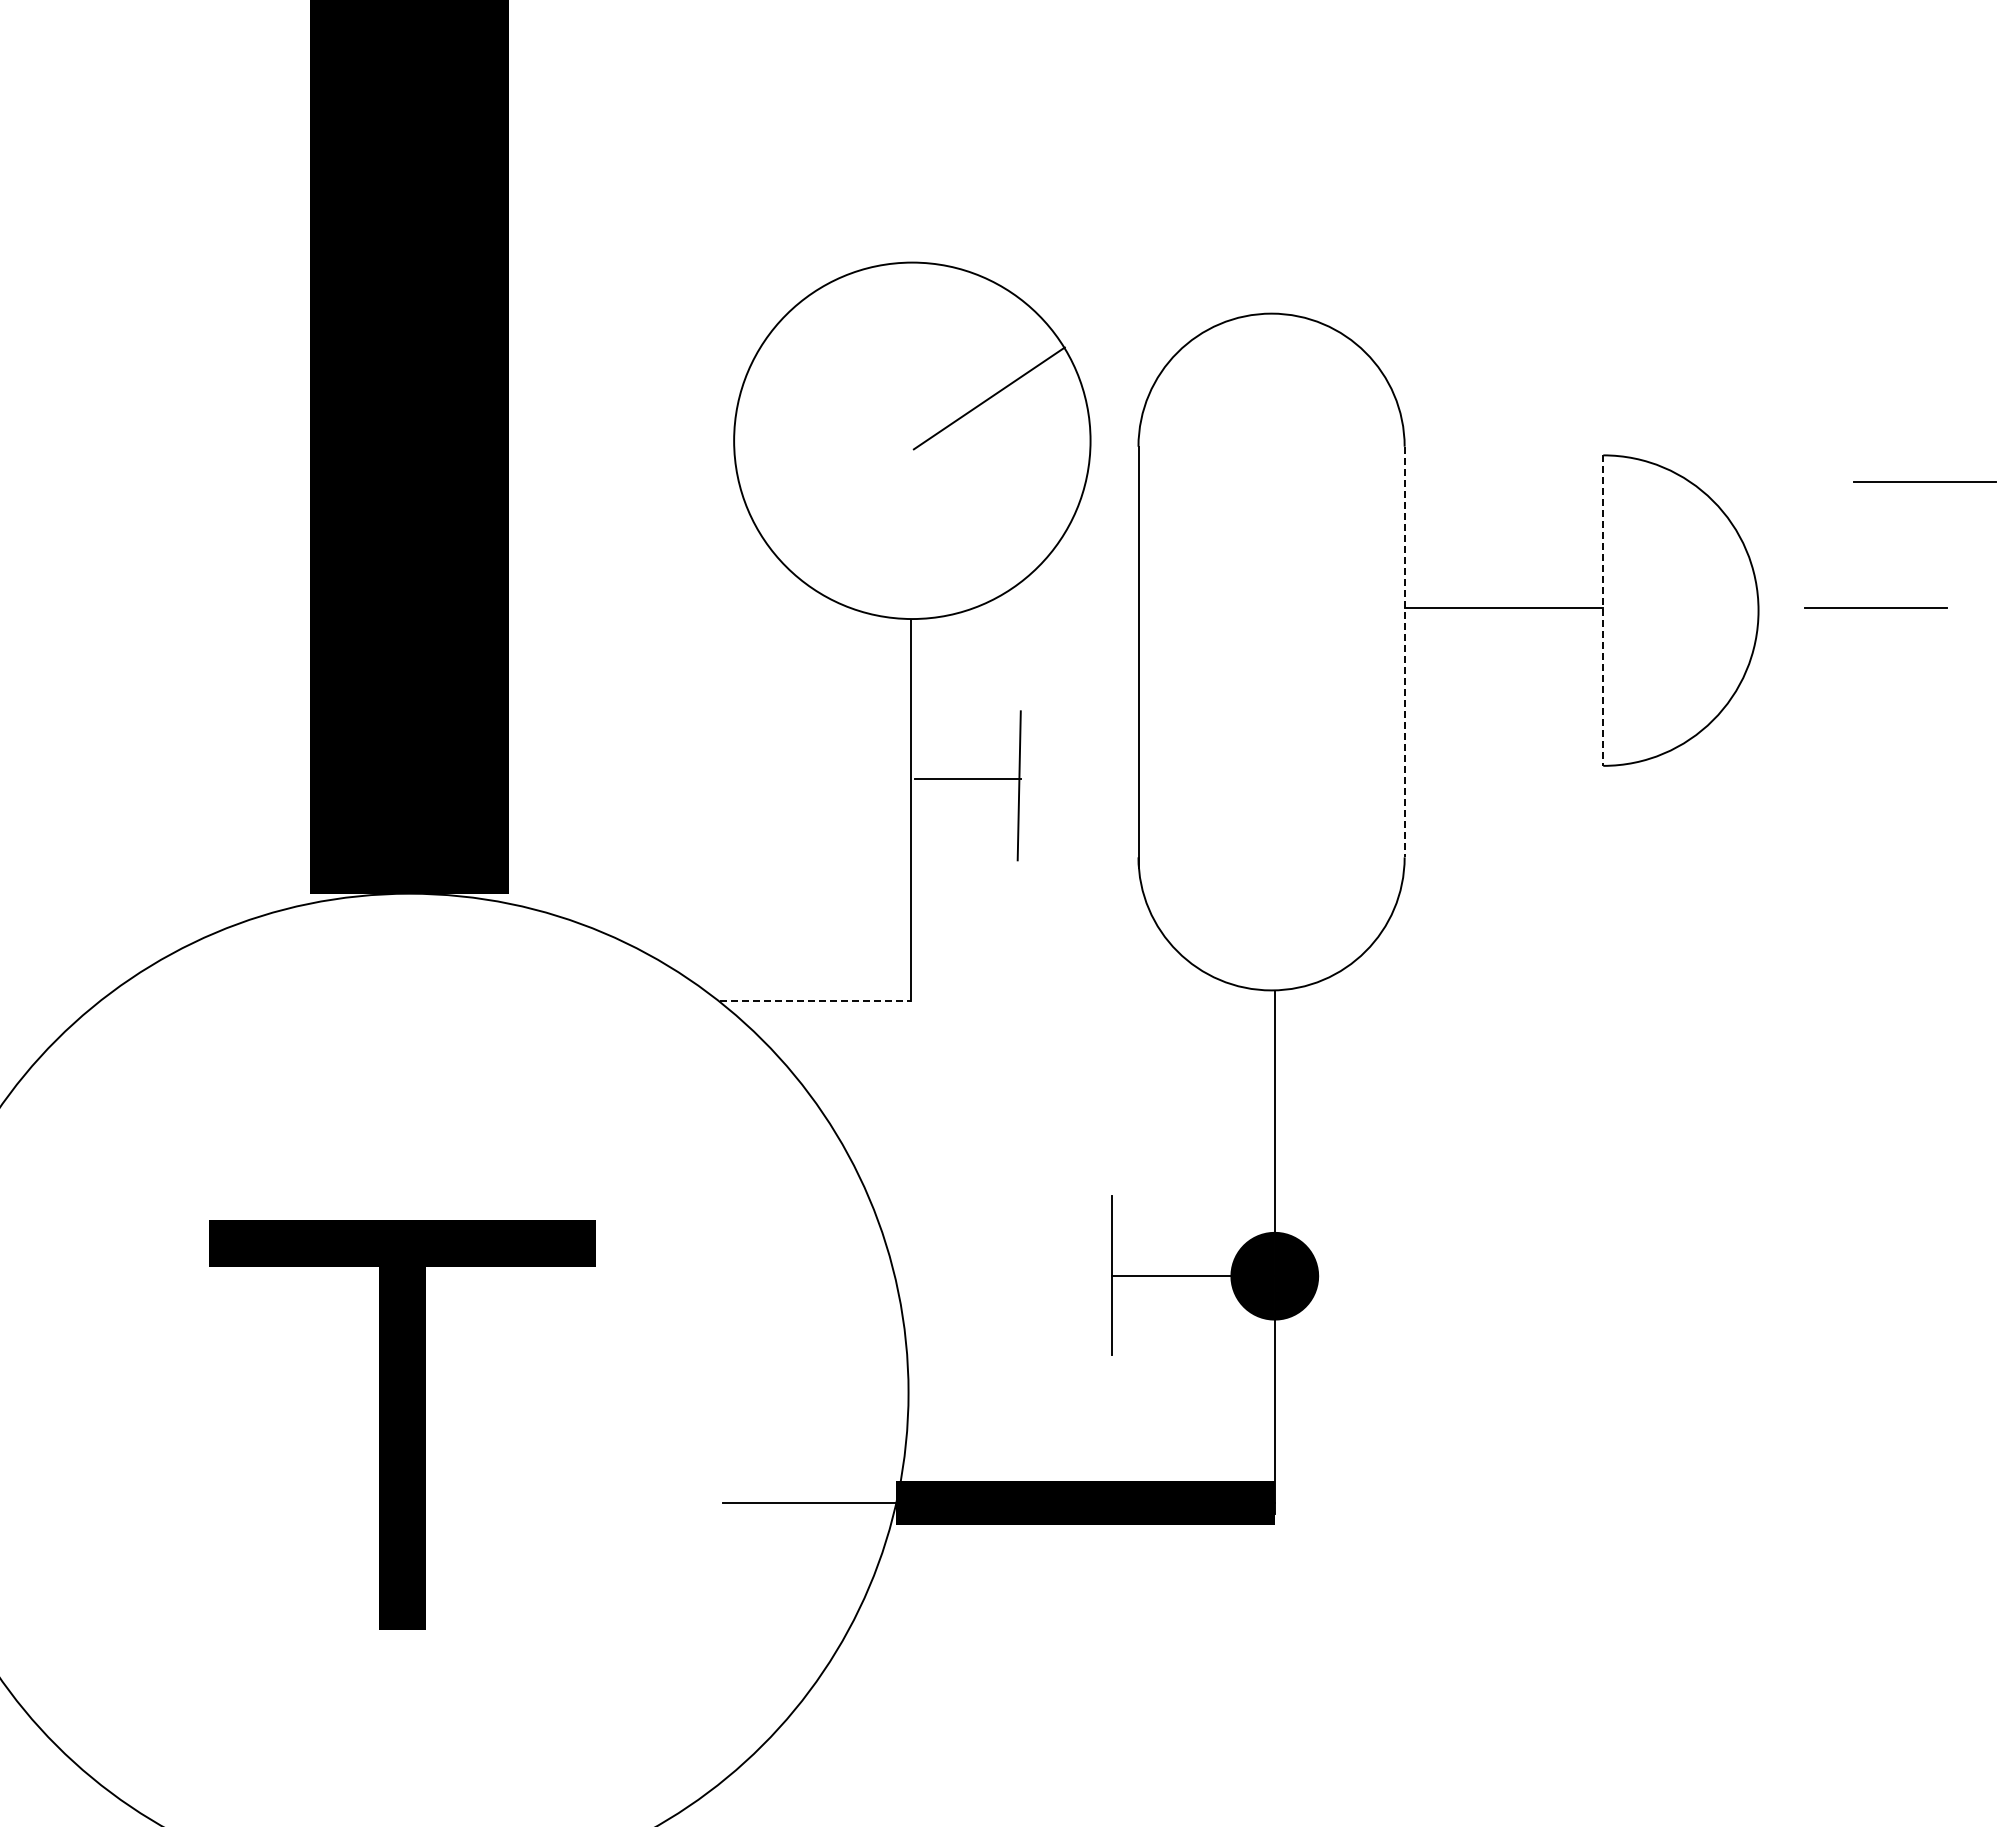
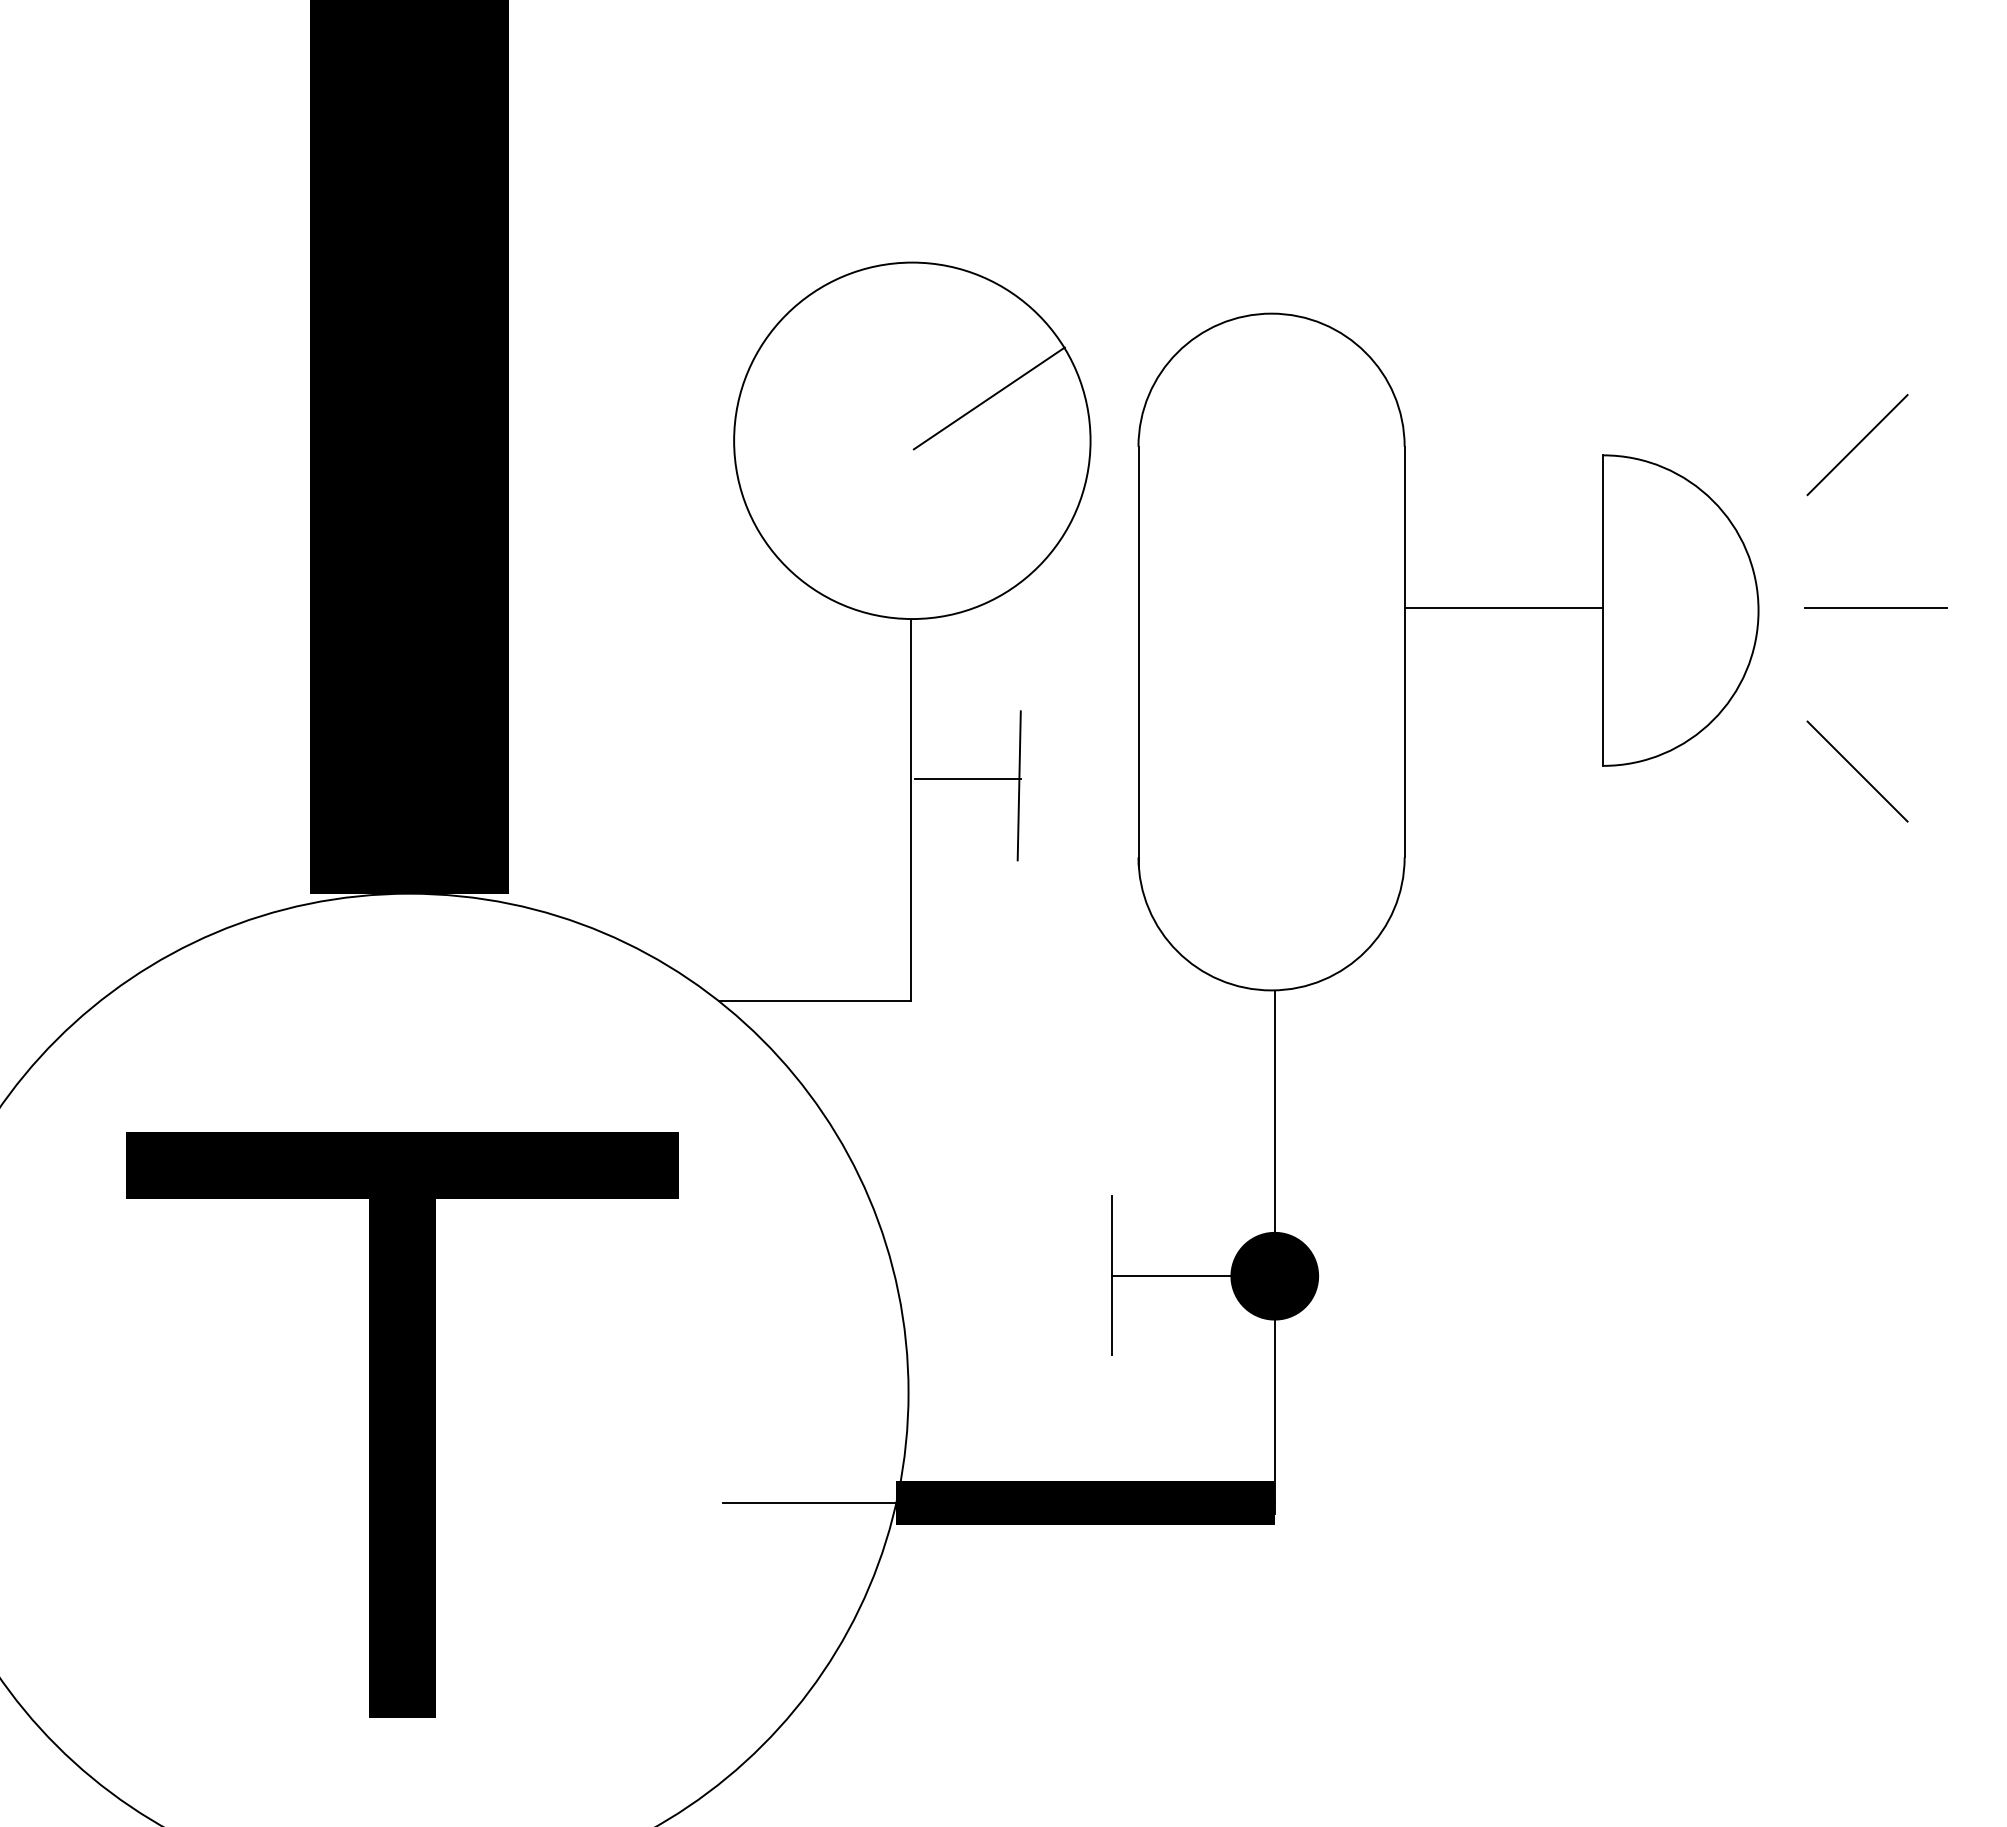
line at (1857, 445): none -> present
line at (1924, 481): present -> none
line at (1603, 611): dashed -> solid
line at (1404, 652): dashed -> solid
line at (1857, 771): none -> present
line at (815, 1000): dashed -> solid
part at (402, 1424) size: 387x410 px -> 553x586 px
